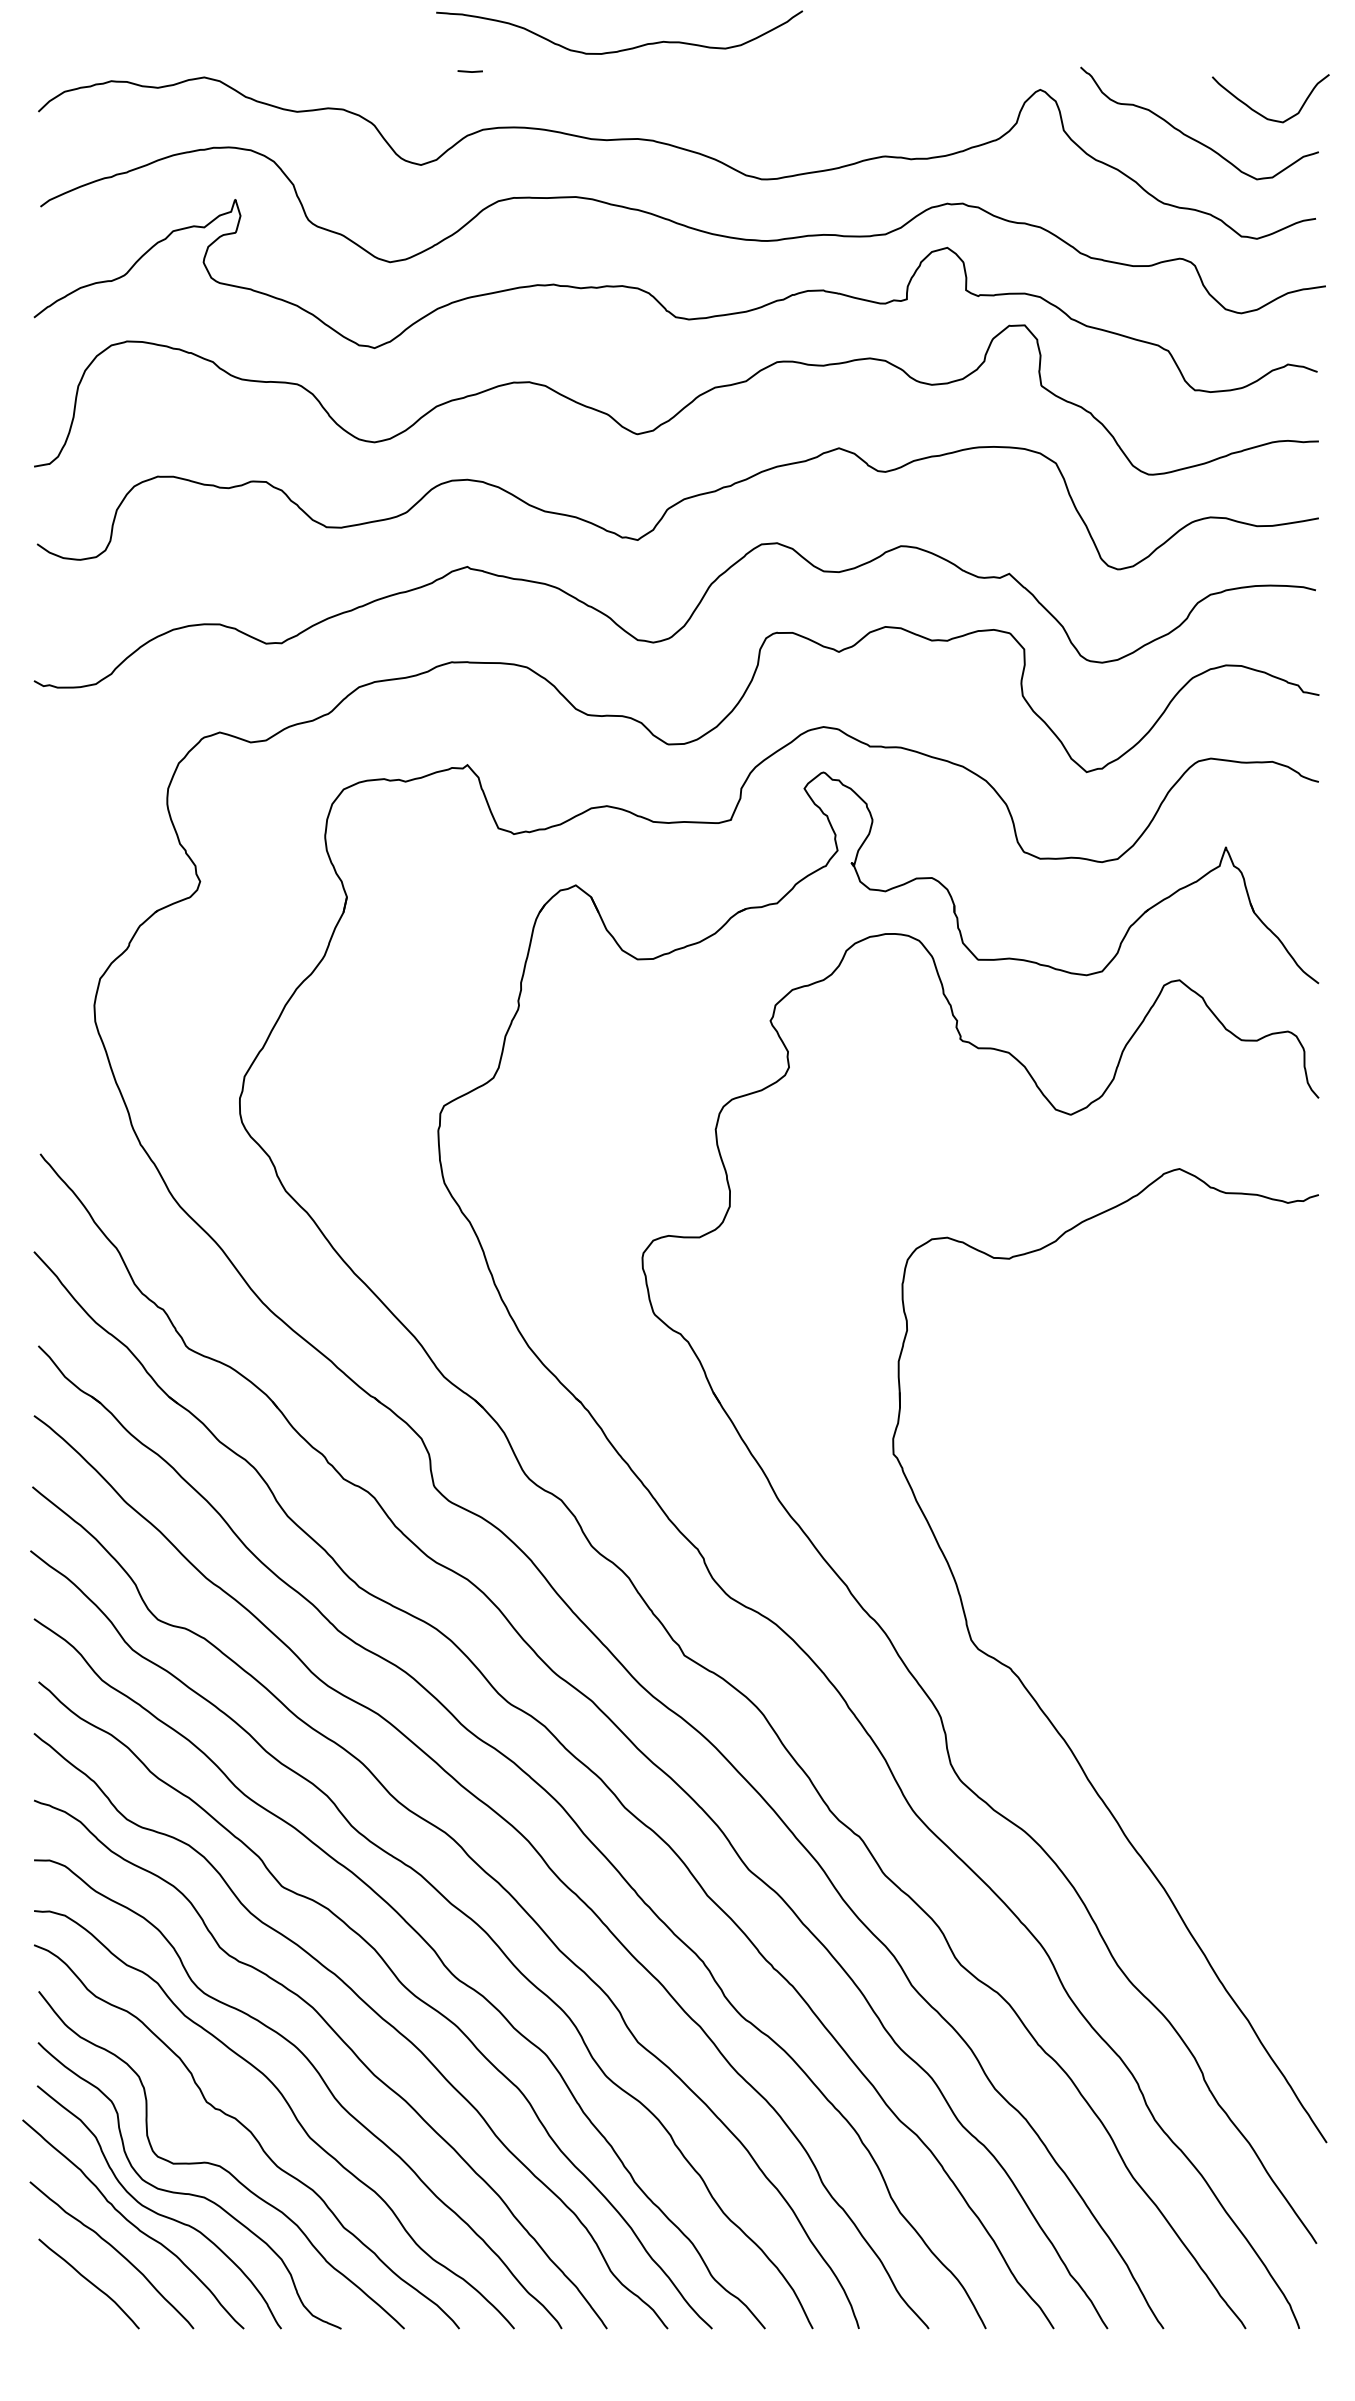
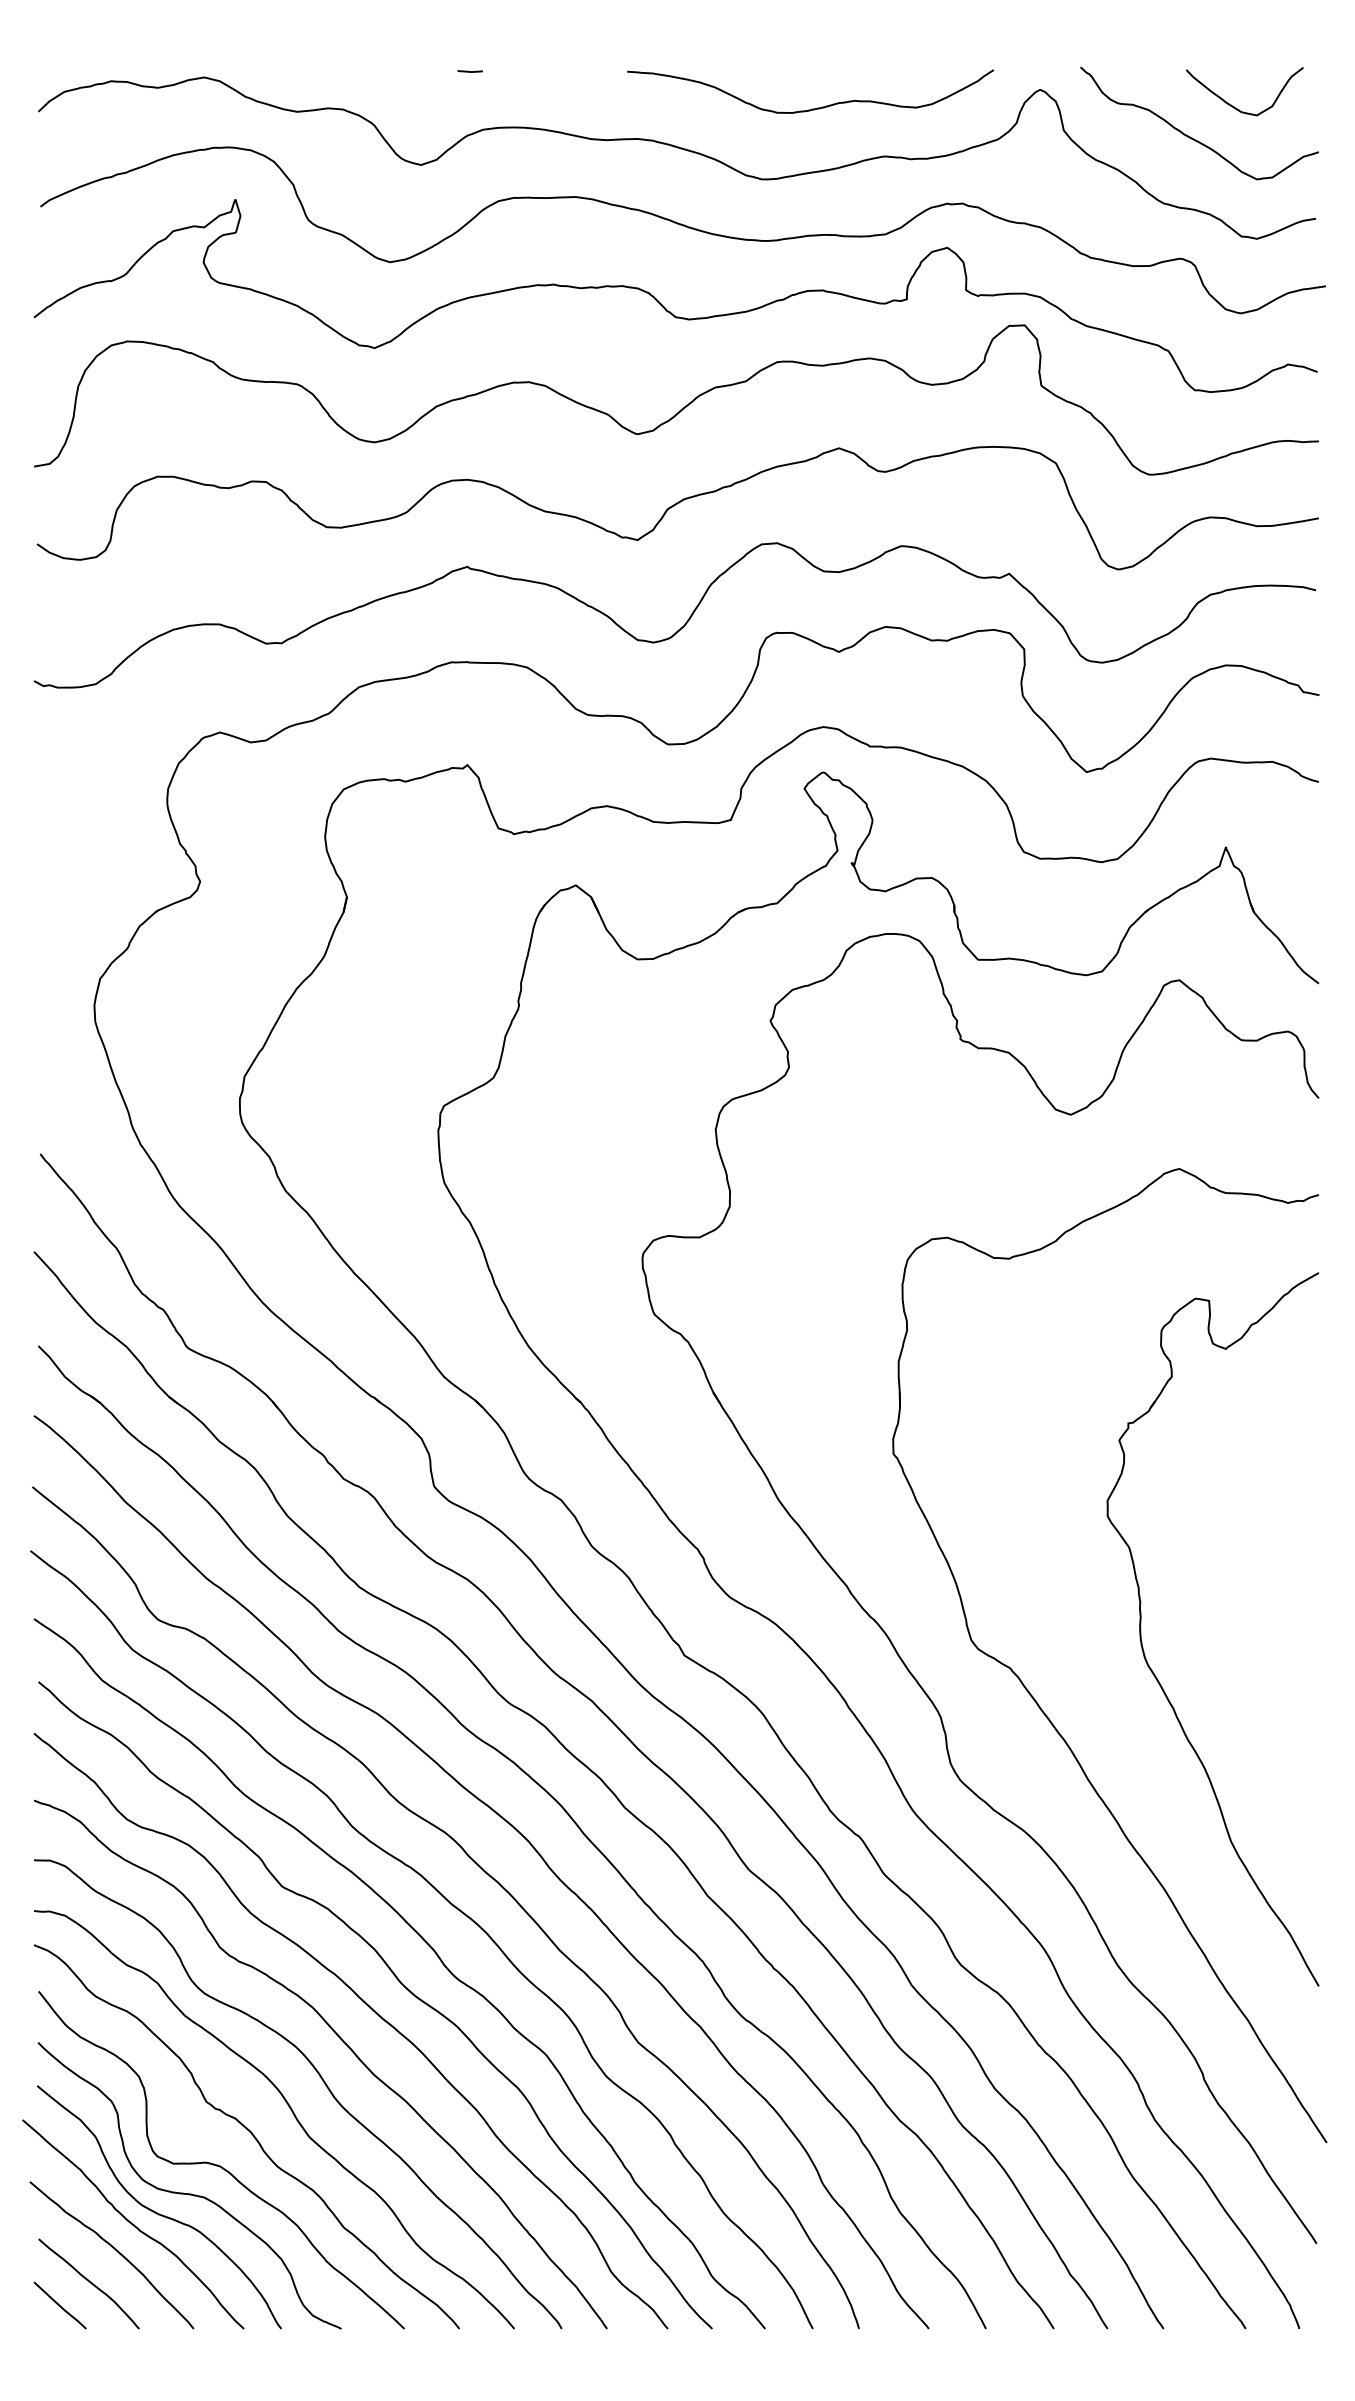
curve at (621, 49) position: (621, 49) -> (812, 108)
curve at (1262, 114) position: (1262, 114) -> (1236, 107)
part at (1141, 1629): none -> present
line at (59, 2305): none -> present
